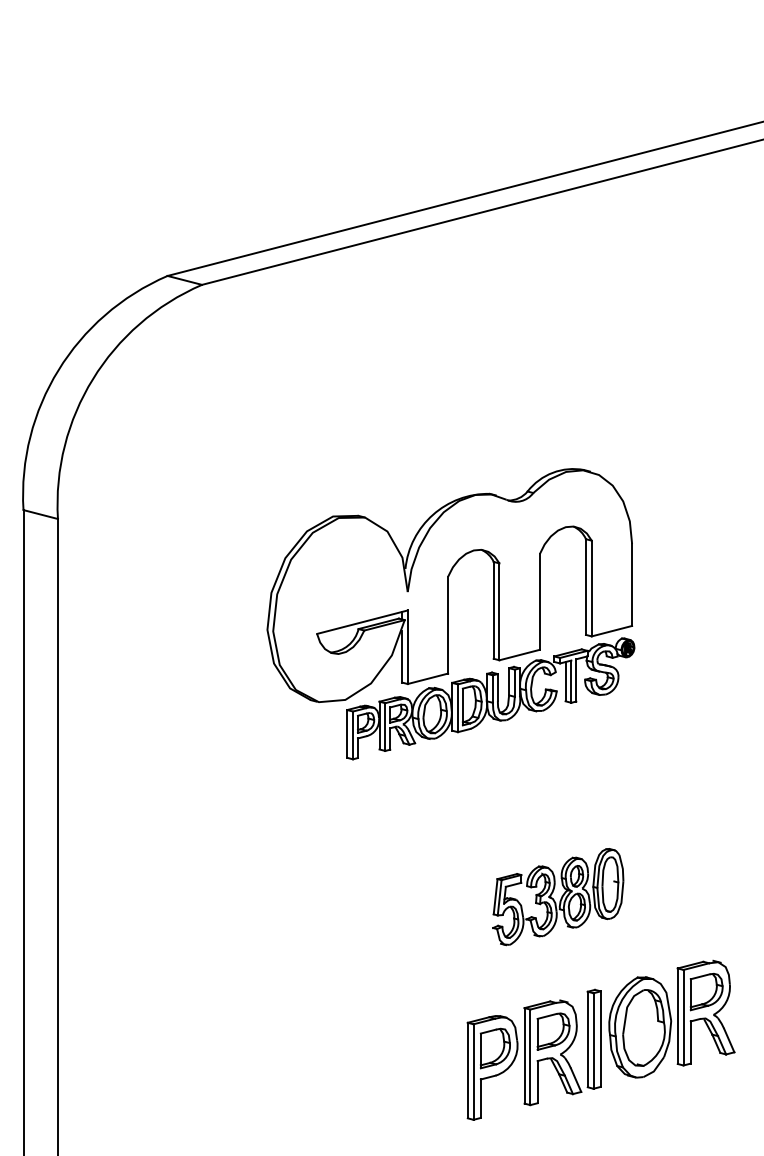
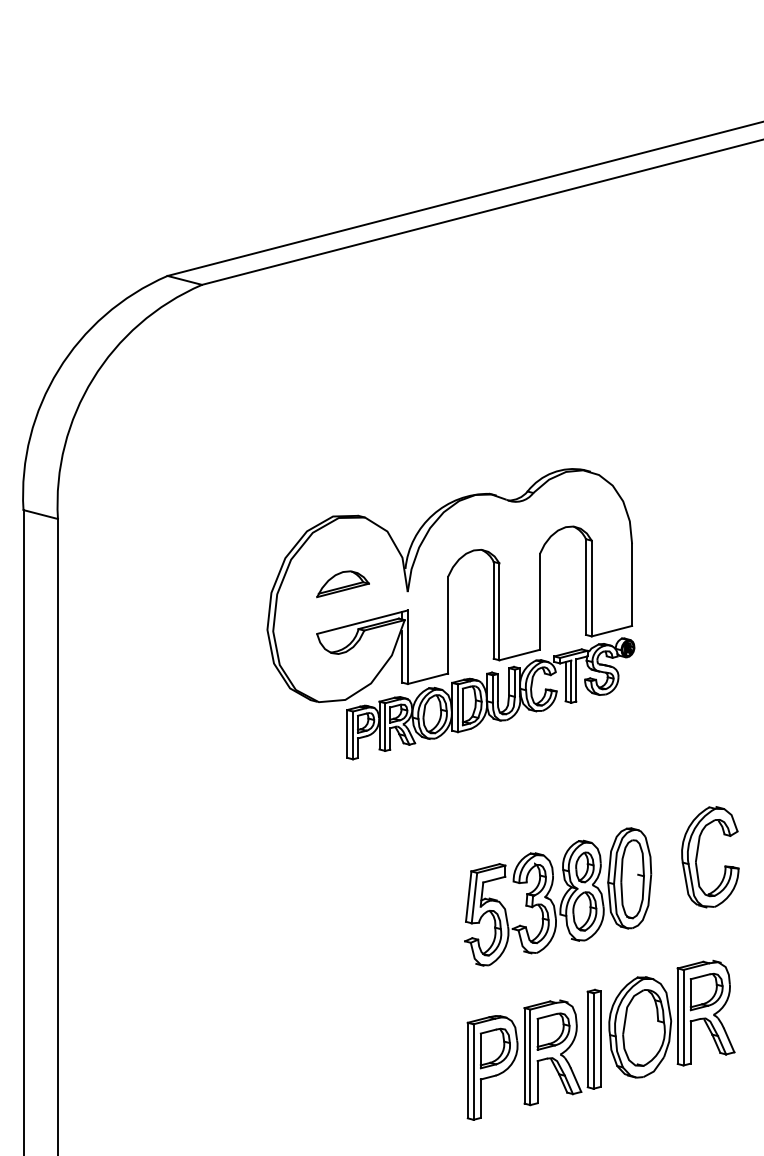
part at (342, 584): none -> present
part at (698, 853): none -> present
part at (558, 897) size: 133x99 px -> 189x140 px
